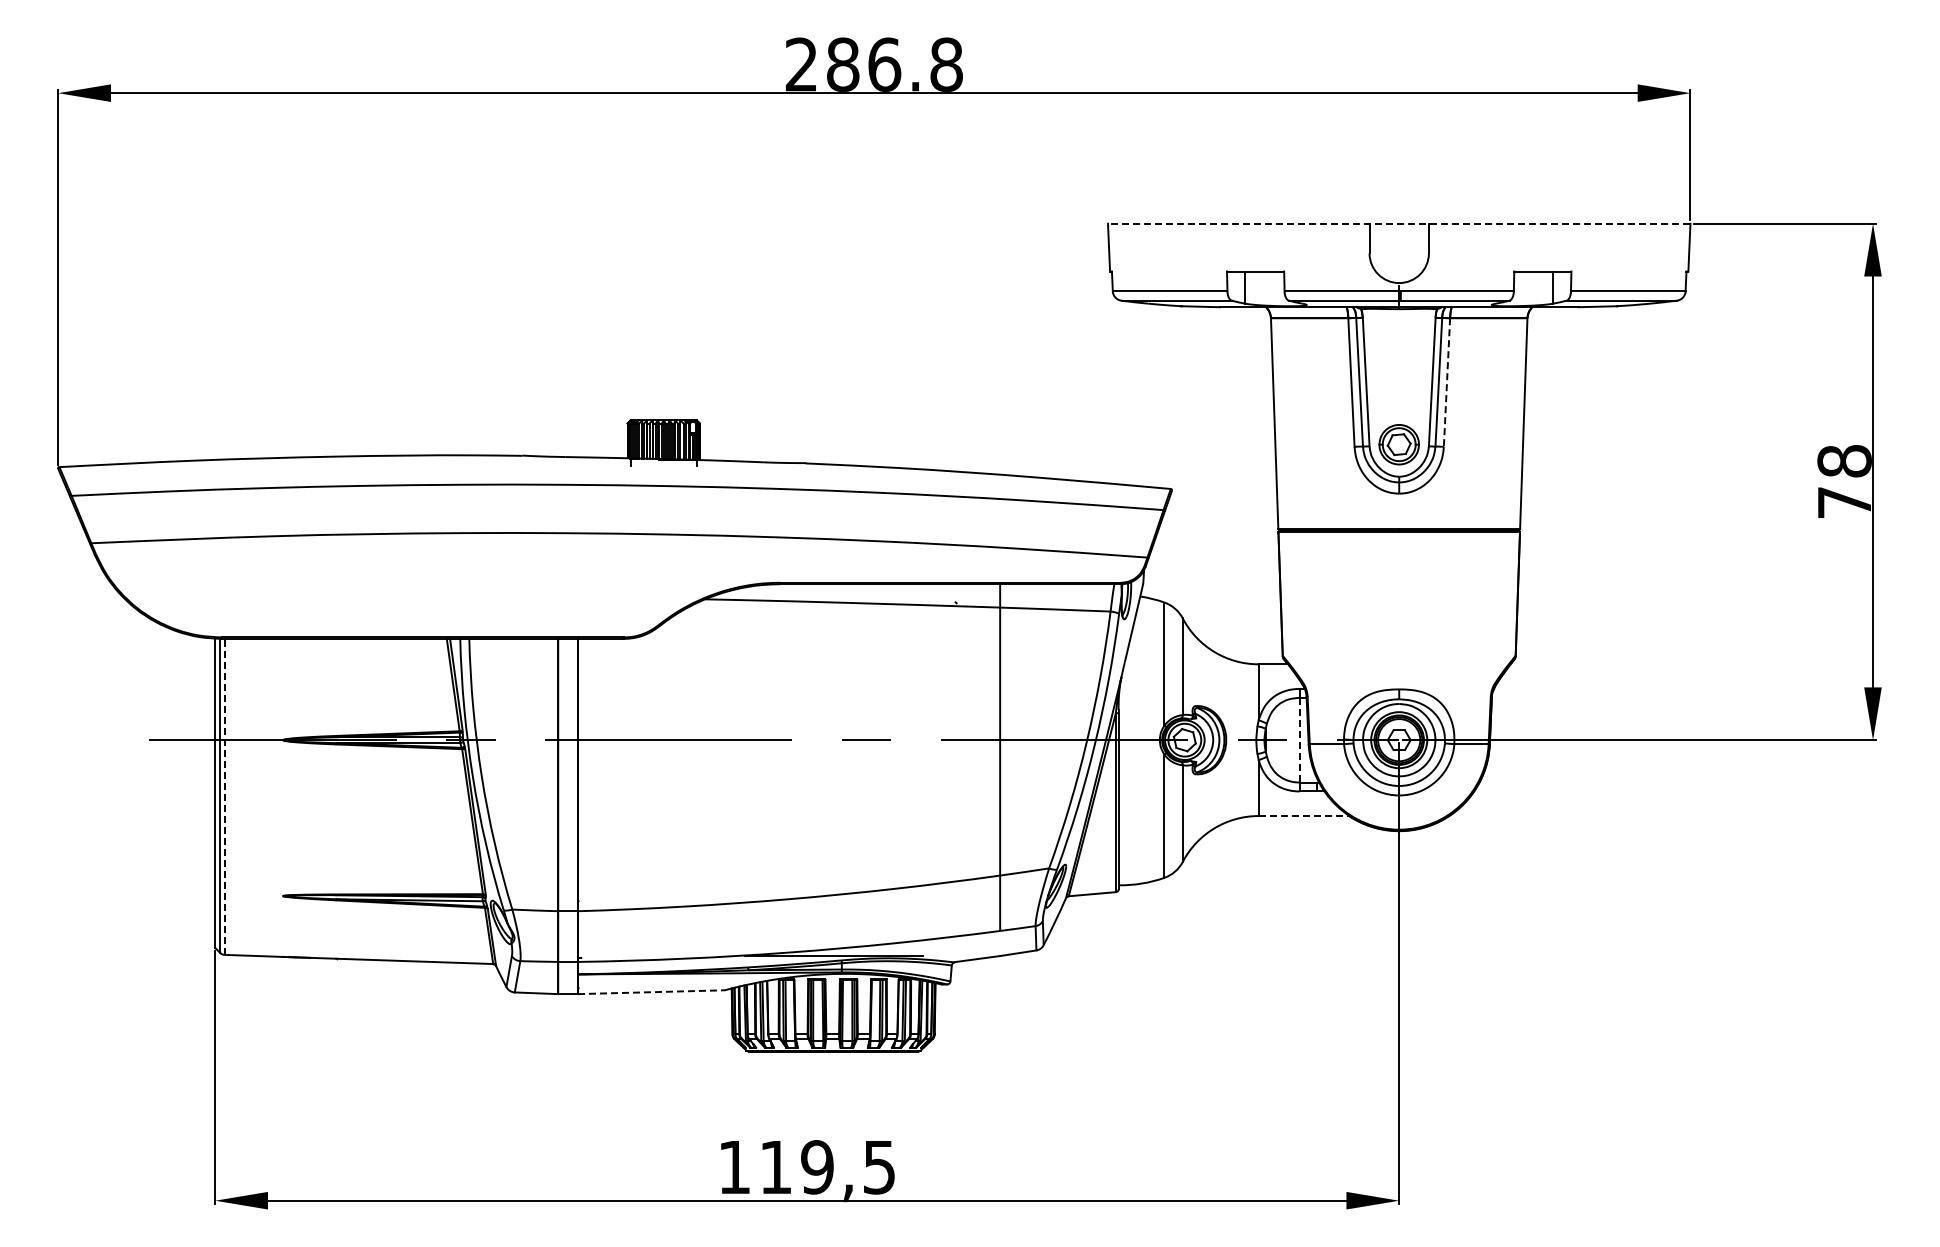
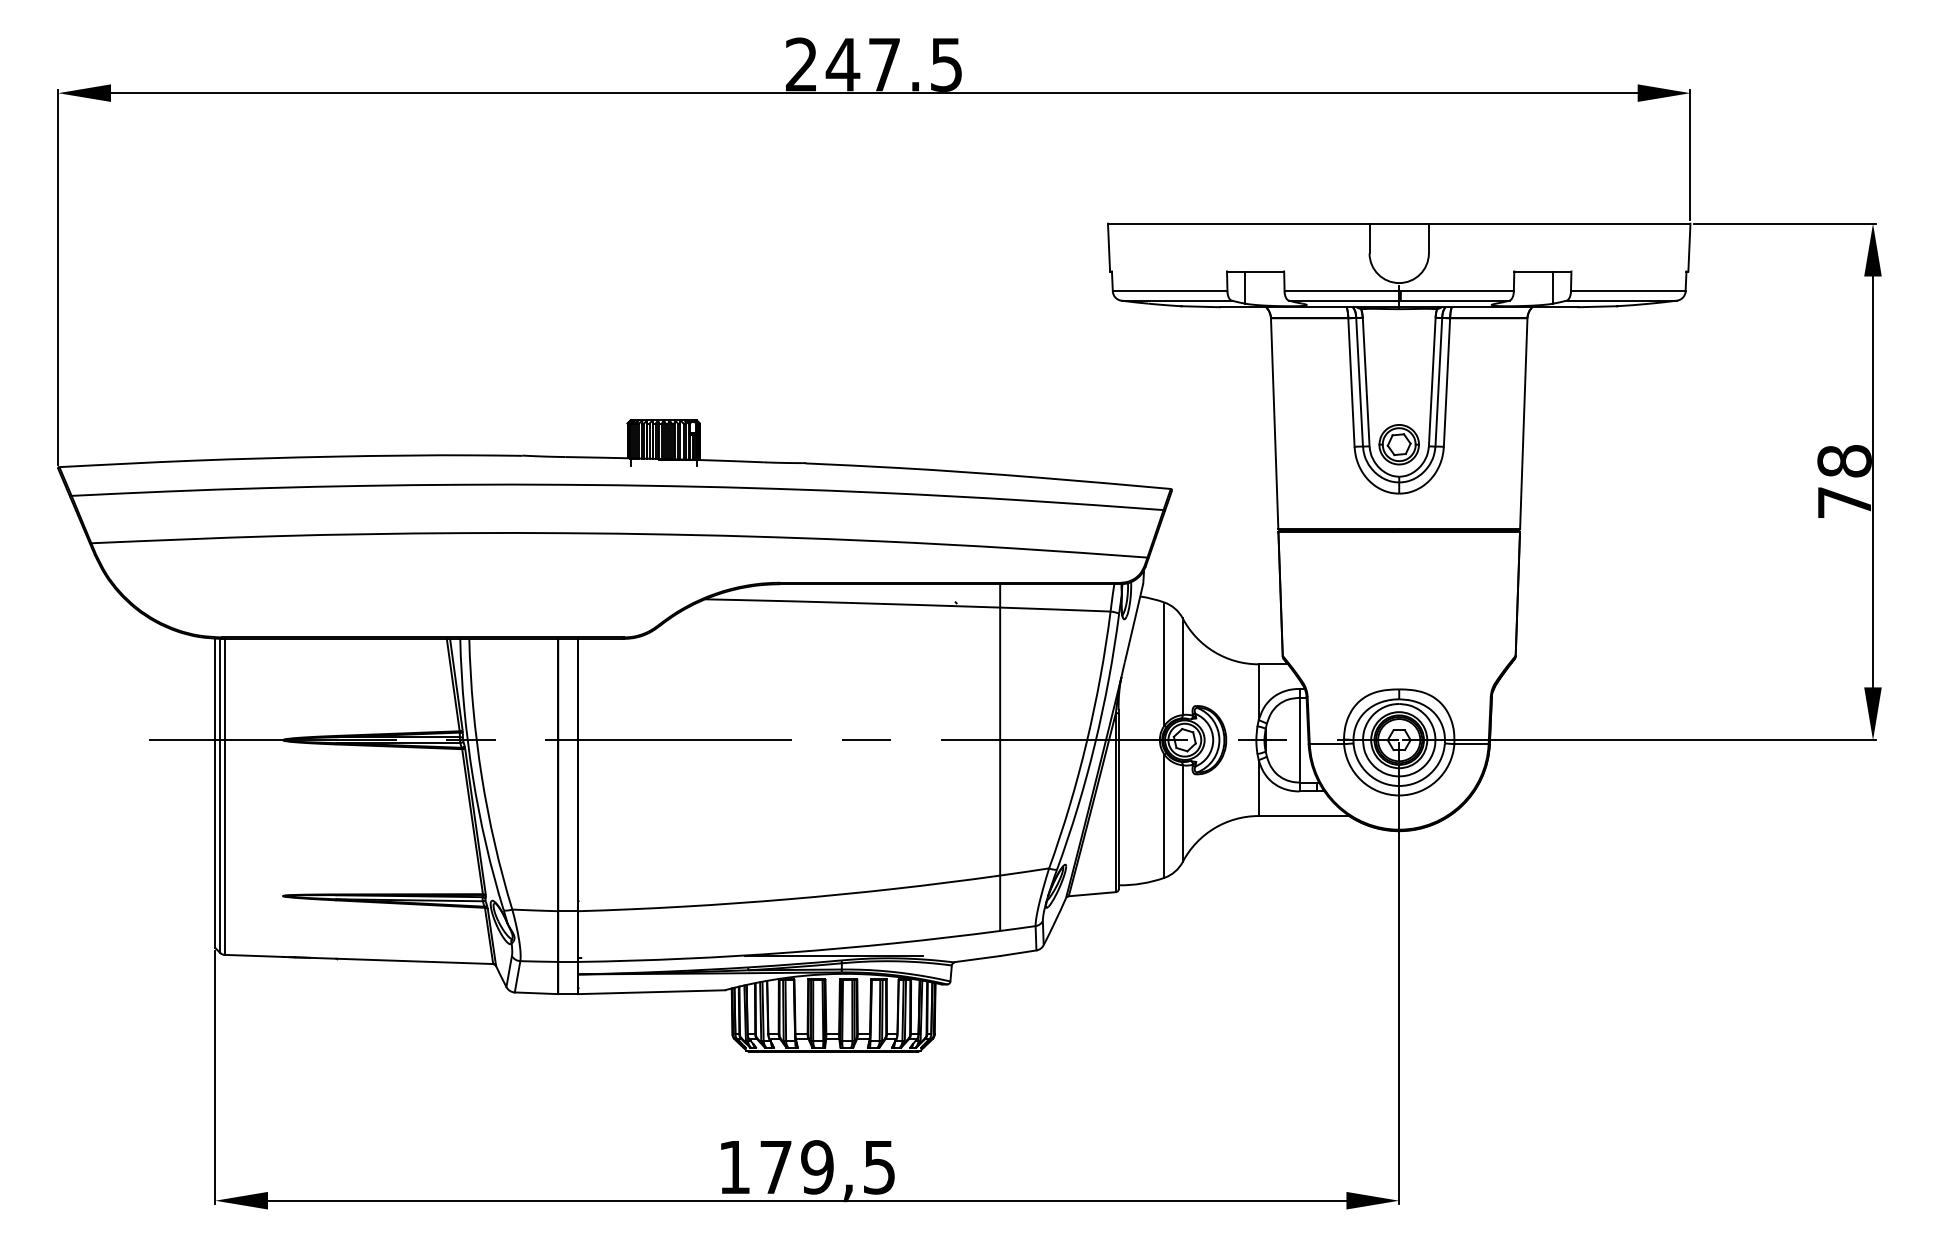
text at (893, 64): 286.8 -> 247.5
line at (1398, 223): dashed -> solid
line at (1446, 383): dashed -> solid
line at (1299, 740): dashed -> solid
line at (224, 796): dashed -> solid
line at (1304, 816): dashed -> solid
line at (651, 992): dashed -> solid
text at (775, 1167): 119,5 -> 179,5
